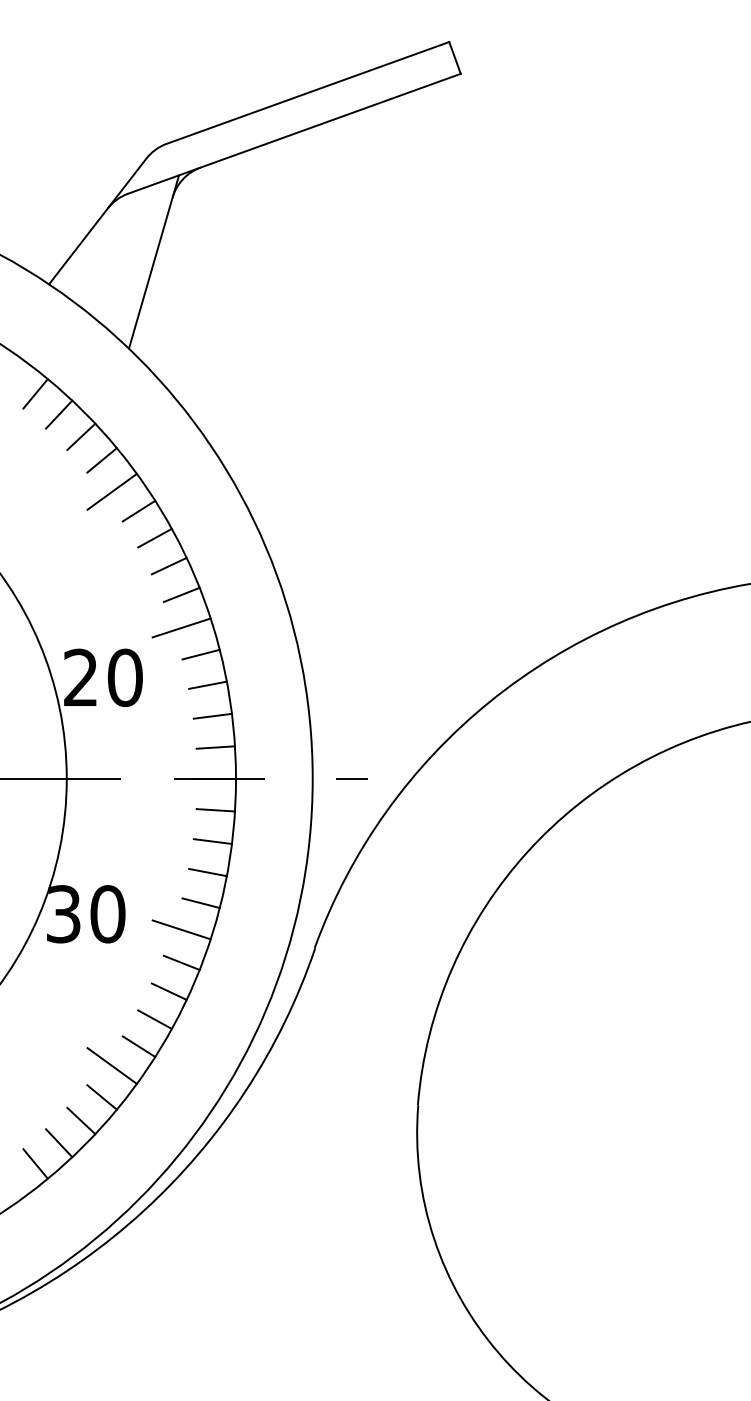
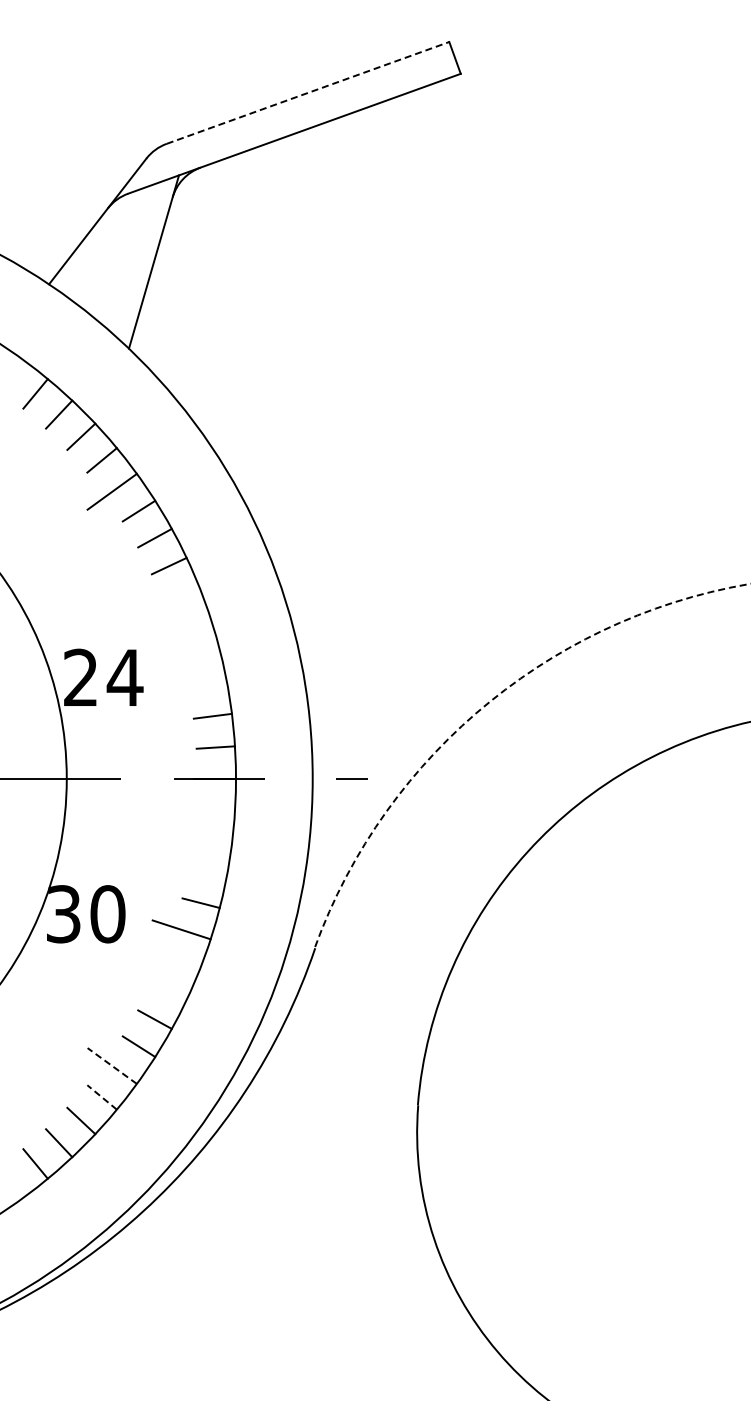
line at (308, 92): solid -> dashed
line at (181, 594): present -> none
line at (181, 627): present -> none
line at (200, 654): present -> none
text at (124, 677): 20 -> 24
line at (207, 684): present -> none
arc at (483, 707): solid -> dashed
line at (215, 810): present -> none
line at (212, 841): present -> none
line at (207, 872): present -> none
line at (181, 962): present -> none
line at (168, 991): present -> none
line at (111, 1065): solid -> dashed
line at (101, 1097): solid -> dashed
